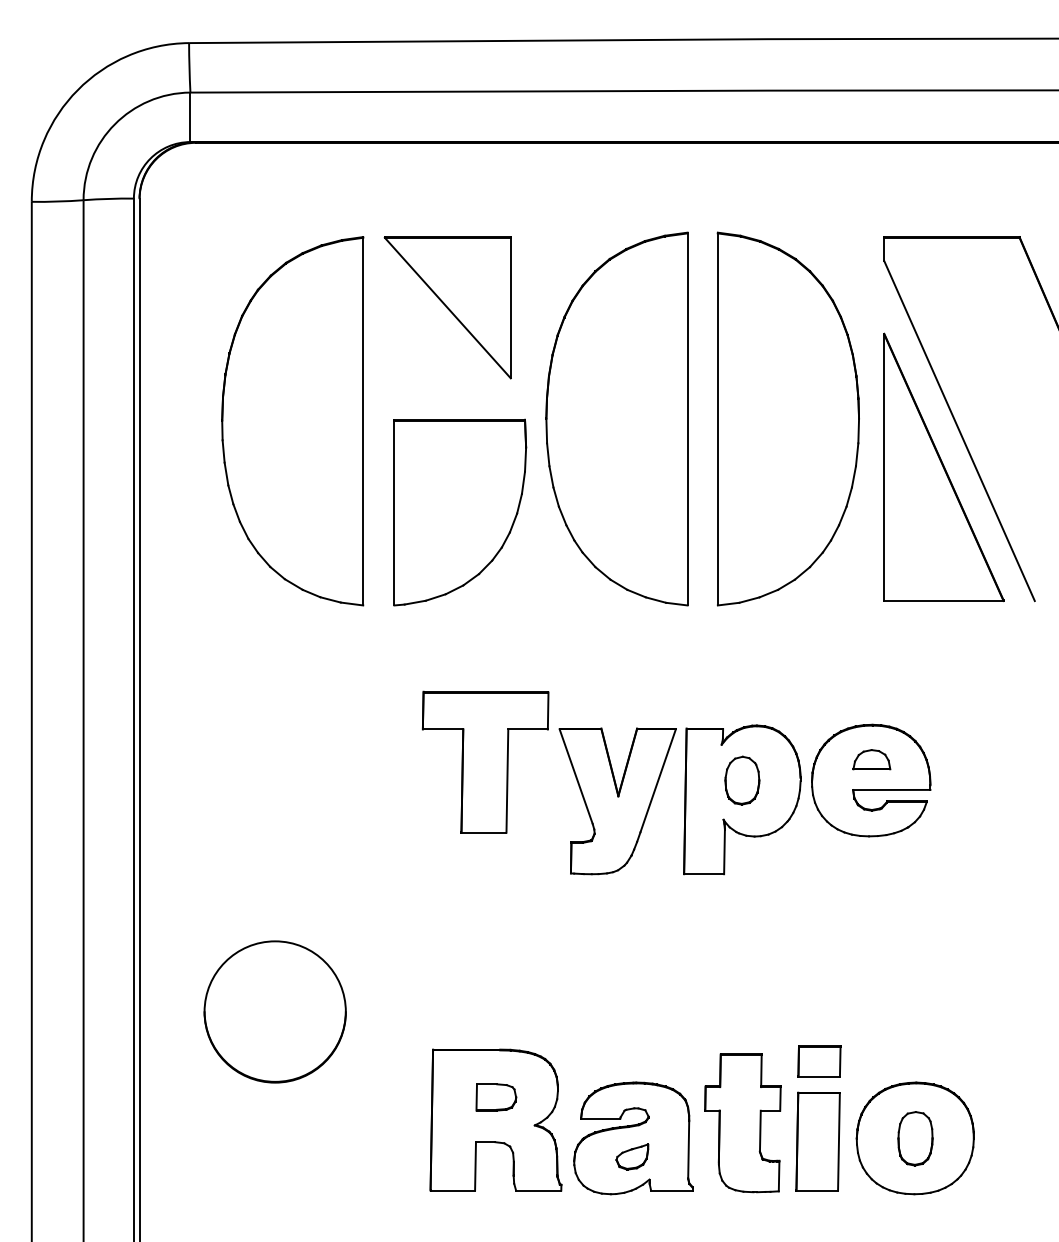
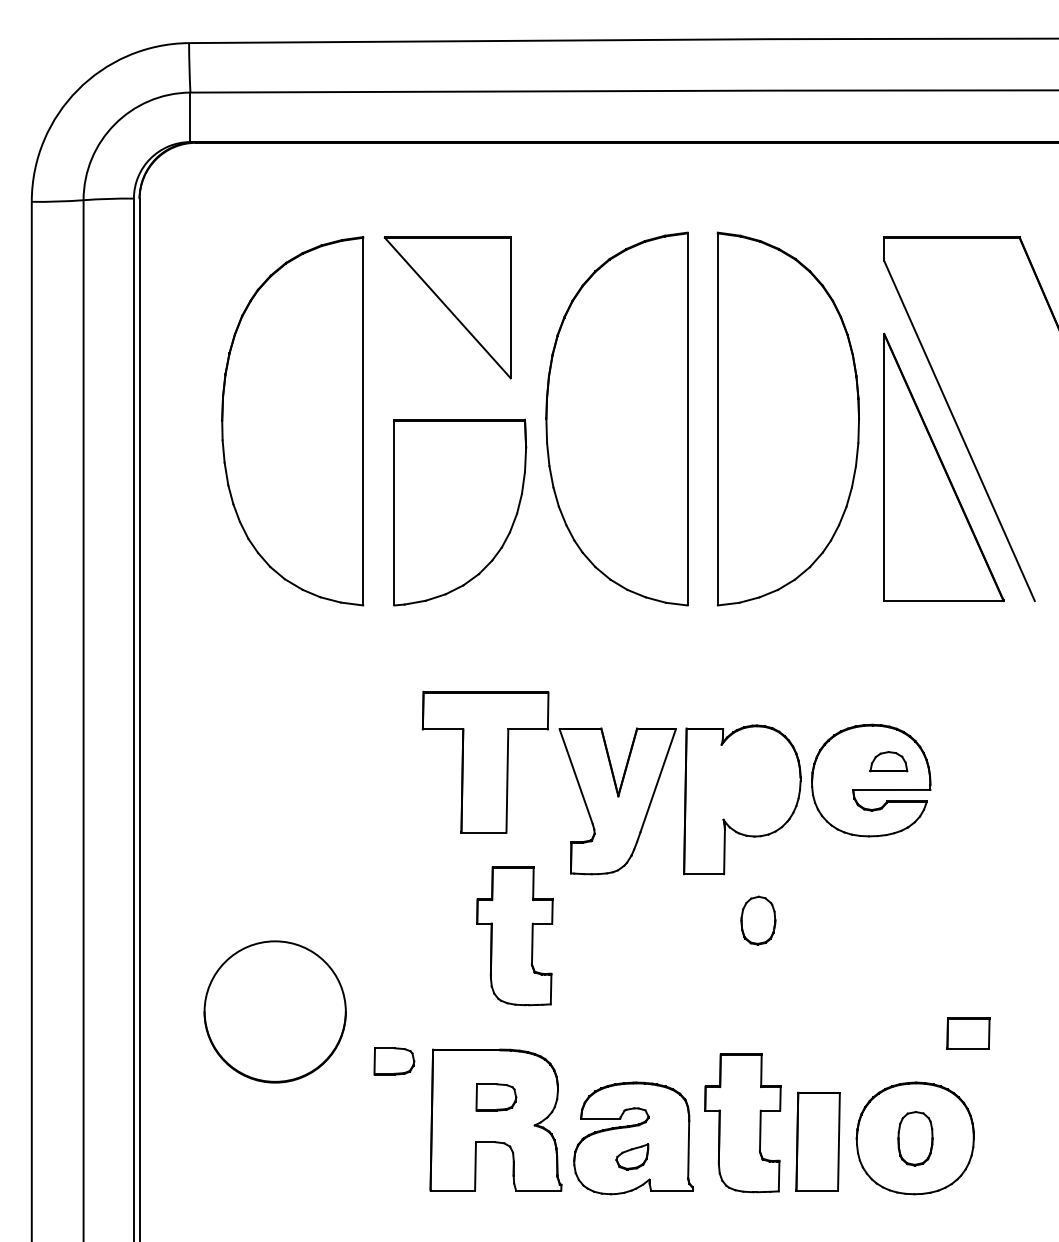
part at (871, 759) position: (871, 759) -> (888, 761)
part at (742, 780) position: (742, 780) -> (758, 920)
part at (514, 936): none -> present
part at (394, 1061): none -> present
part at (819, 1061) position: (819, 1061) -> (968, 1033)
